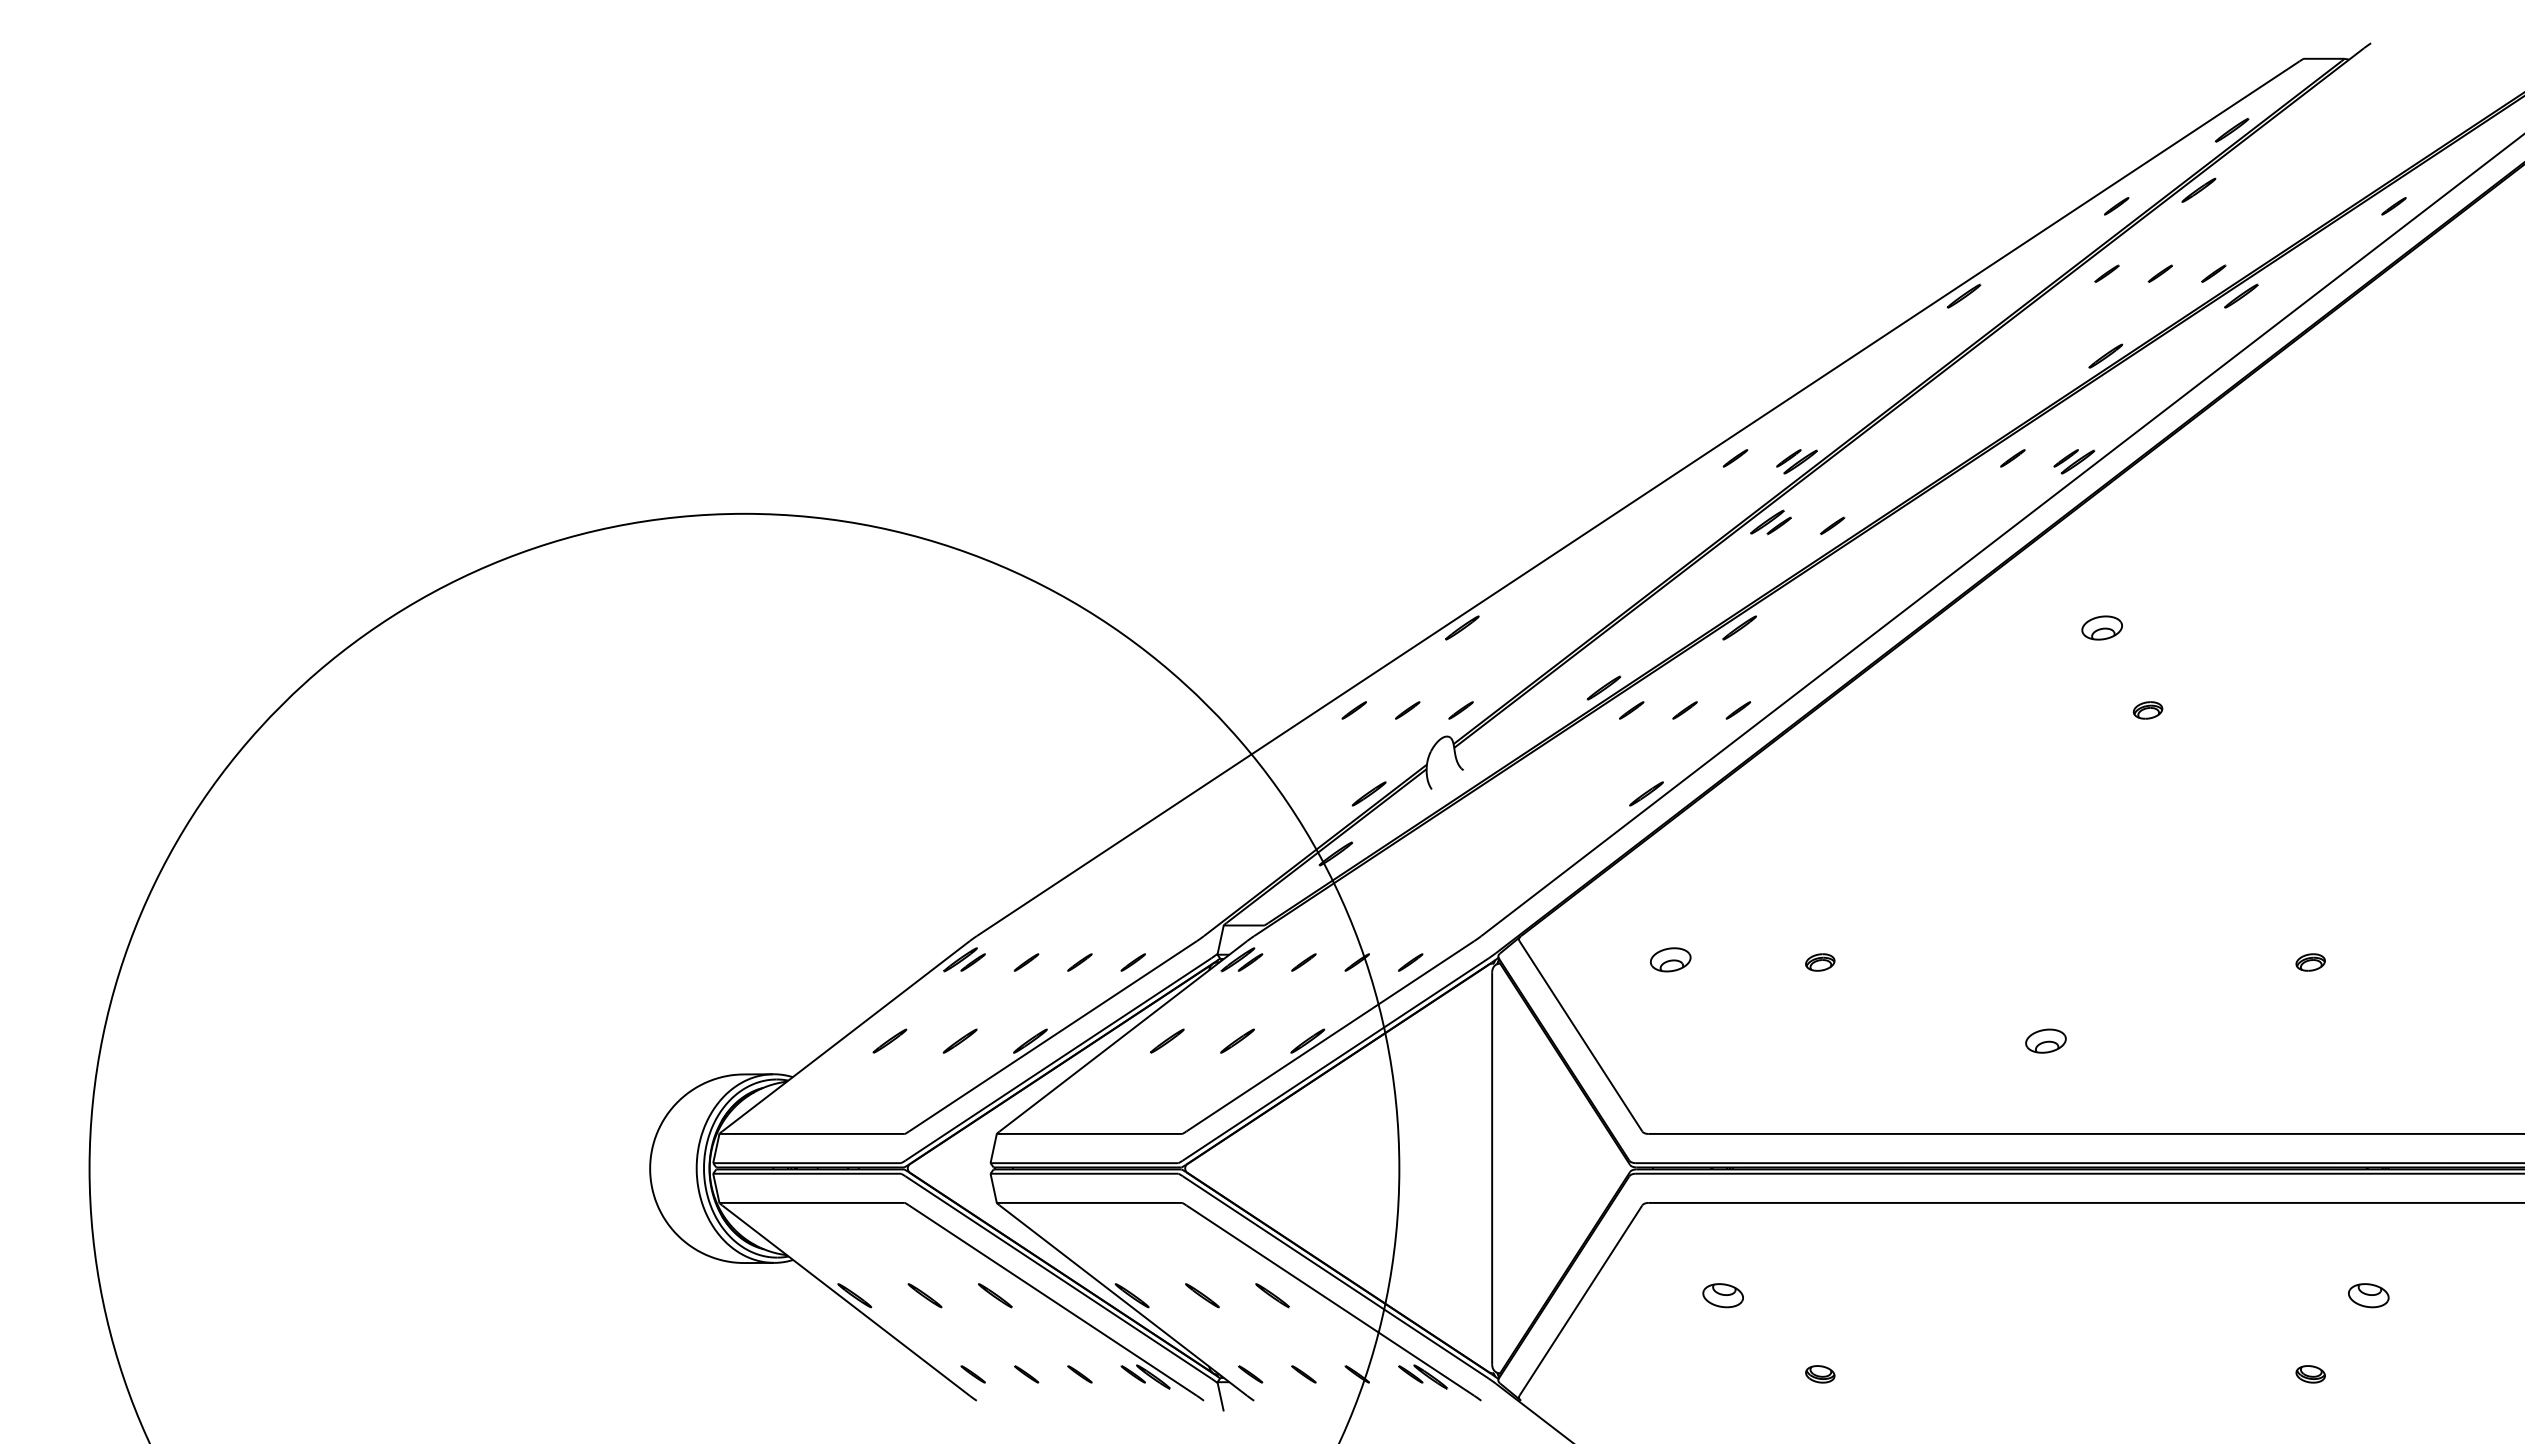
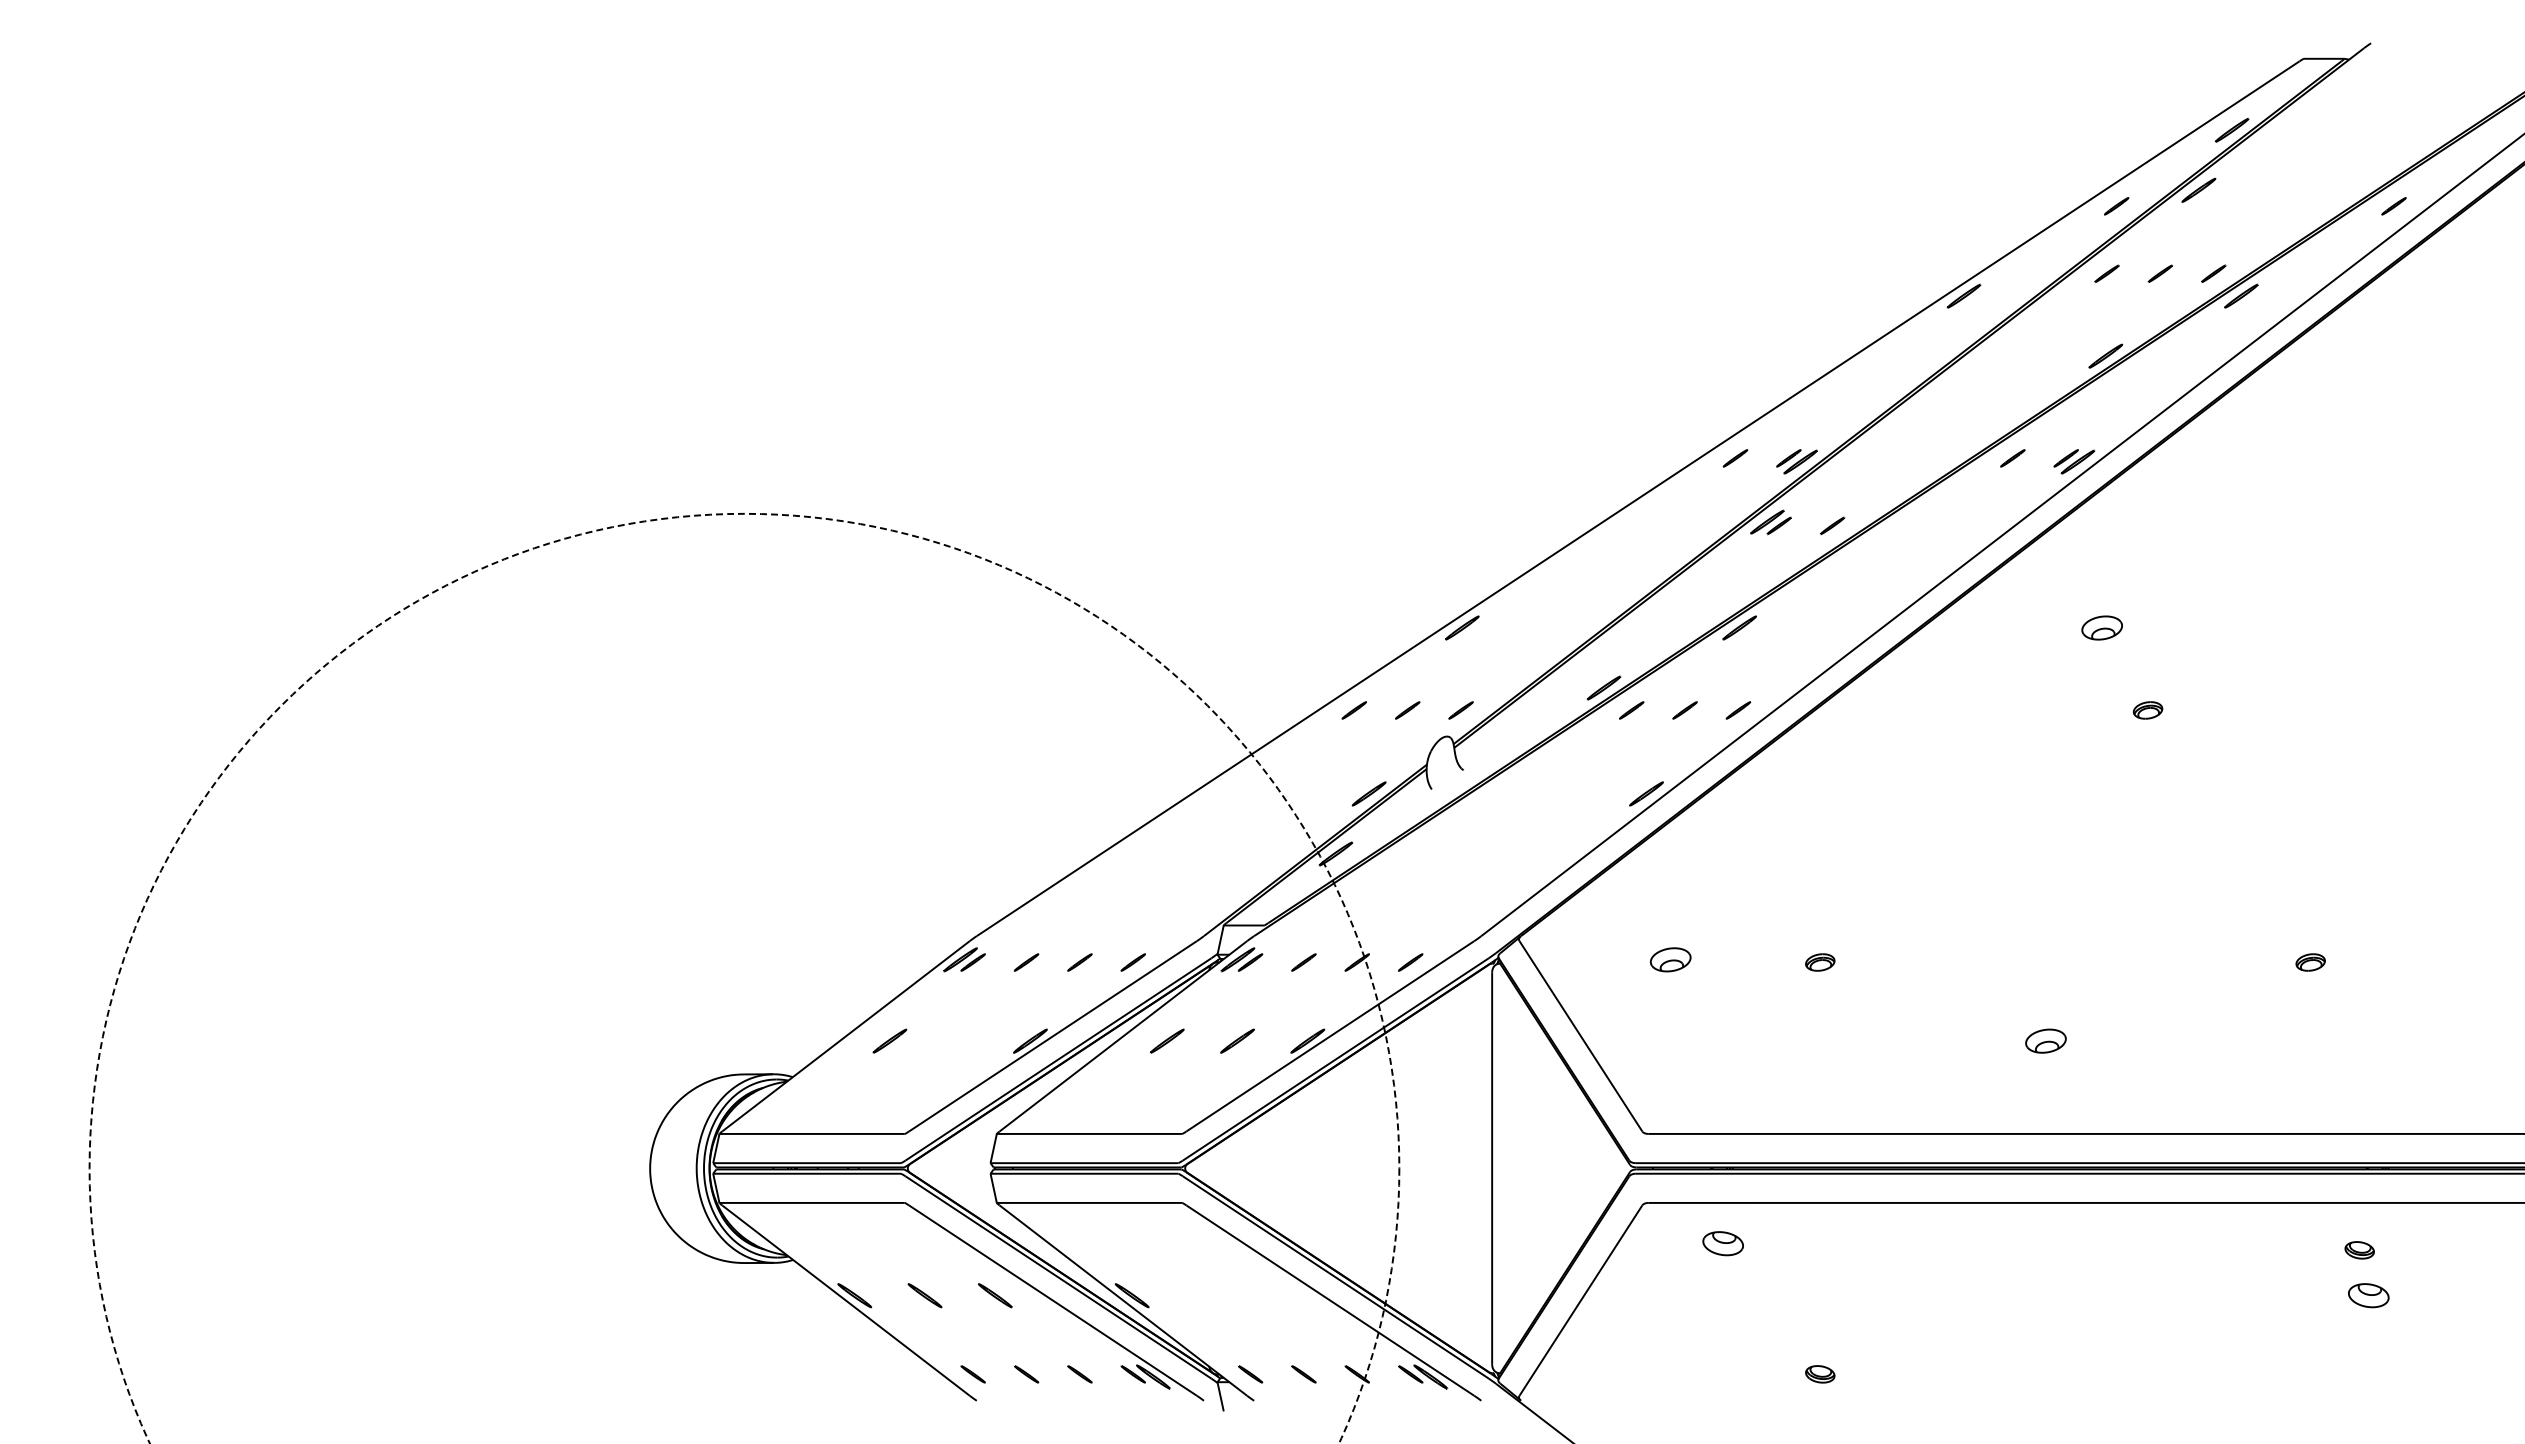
circle at (744, 978): solid -> dashed
part at (959, 1040): present -> none
part at (1202, 1295): present -> none
part at (1272, 1295): present -> none
part at (1722, 1295) position: (1722, 1295) -> (1722, 1243)
part at (2310, 1374) position: (2310, 1374) -> (2359, 1250)
